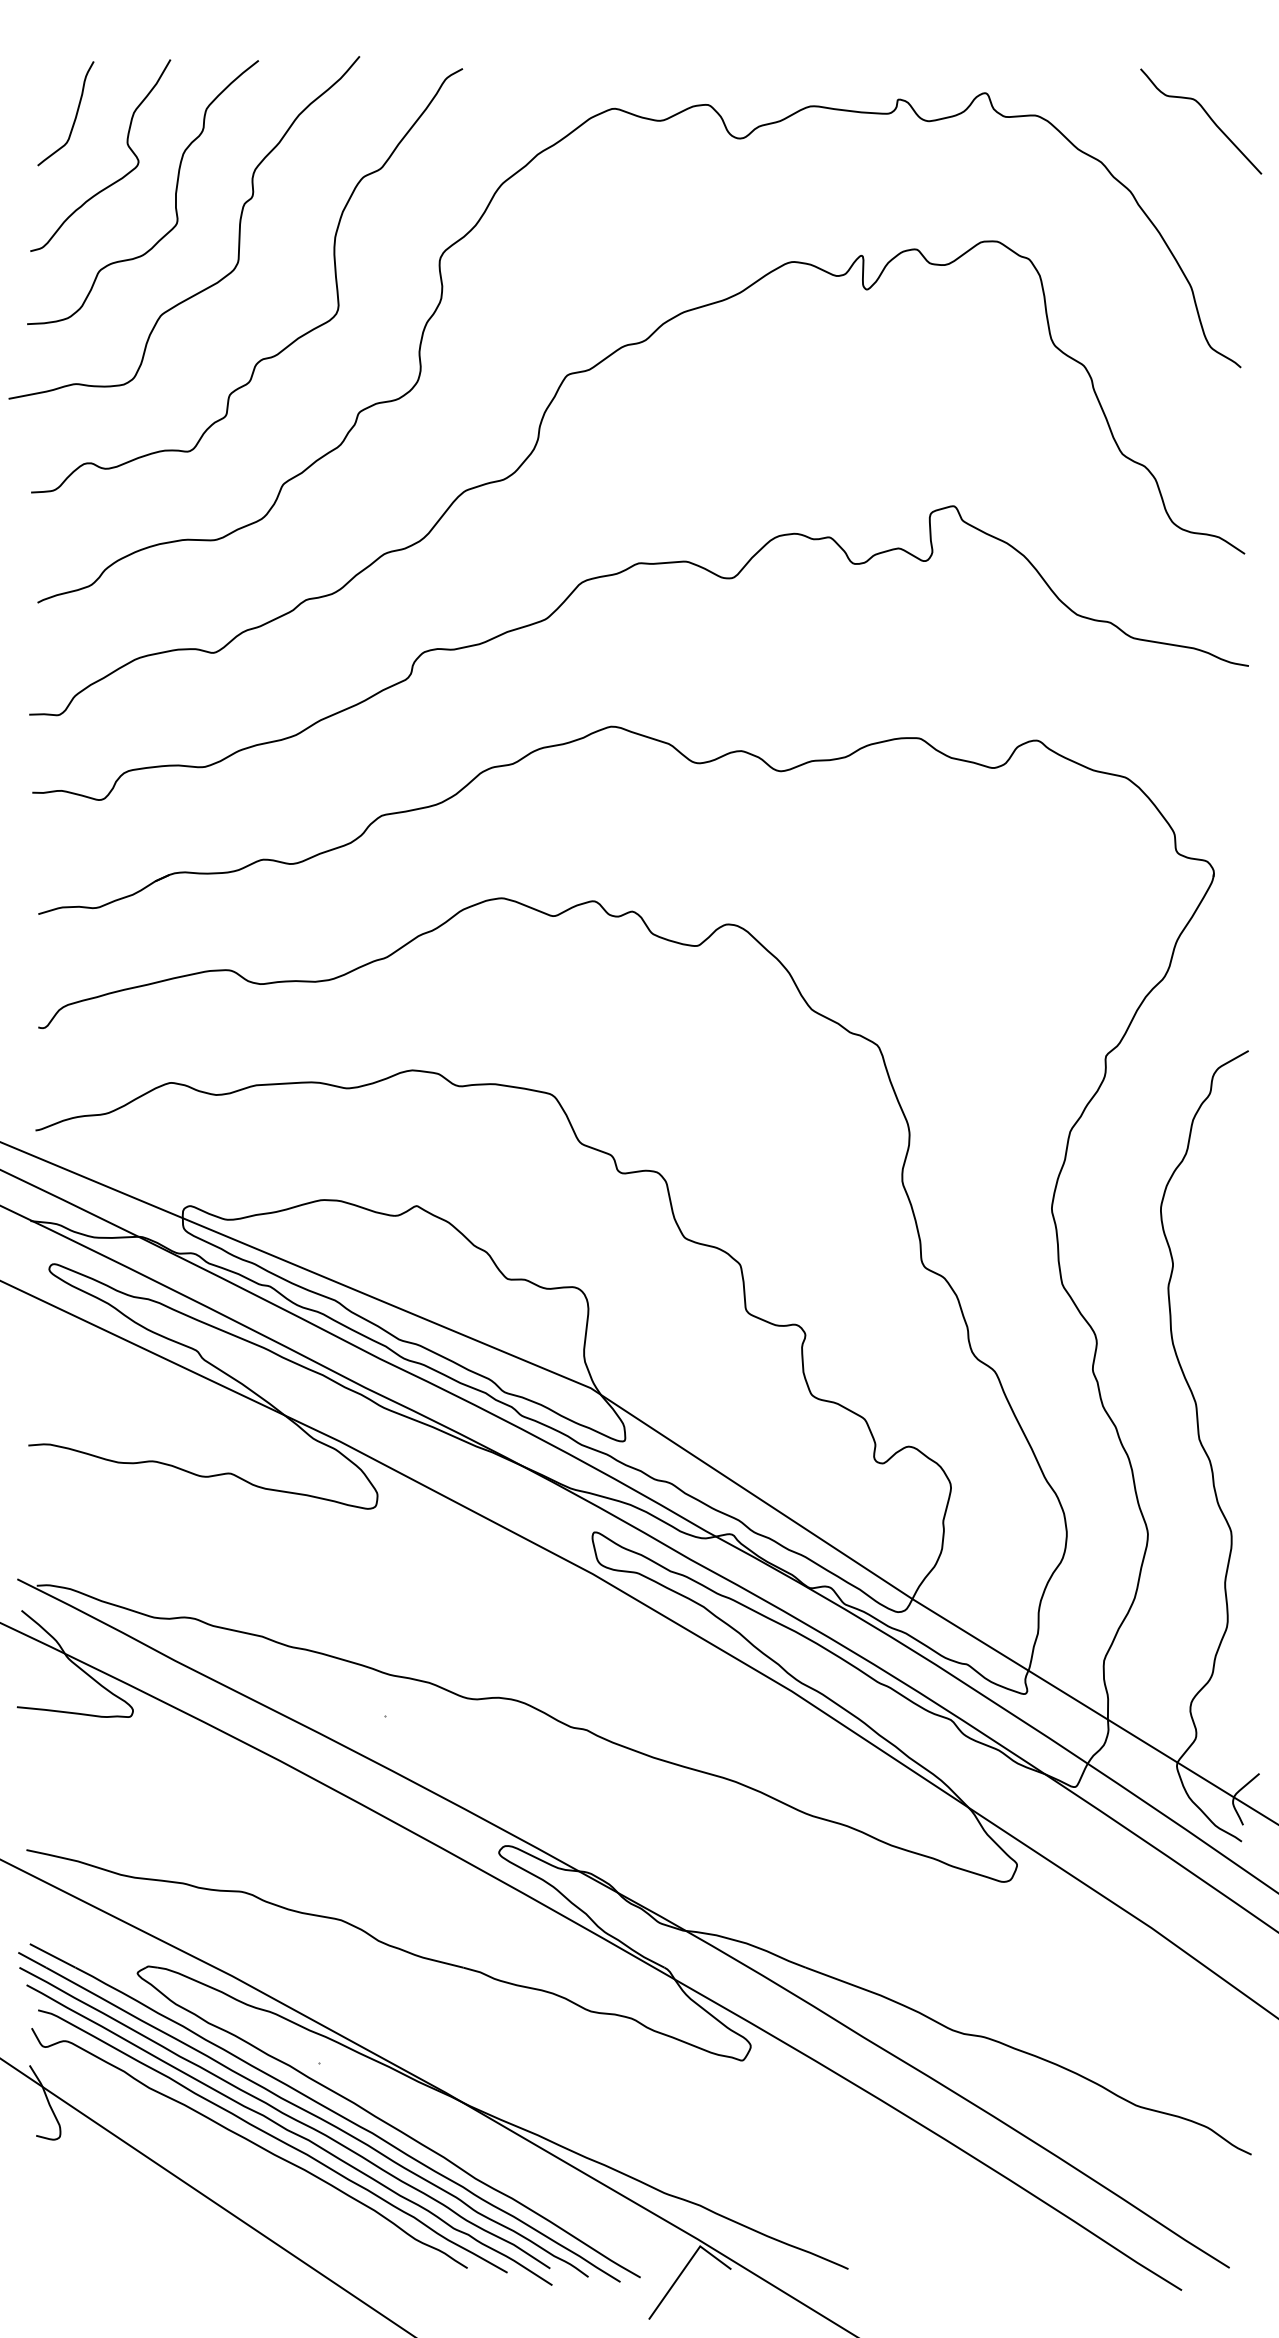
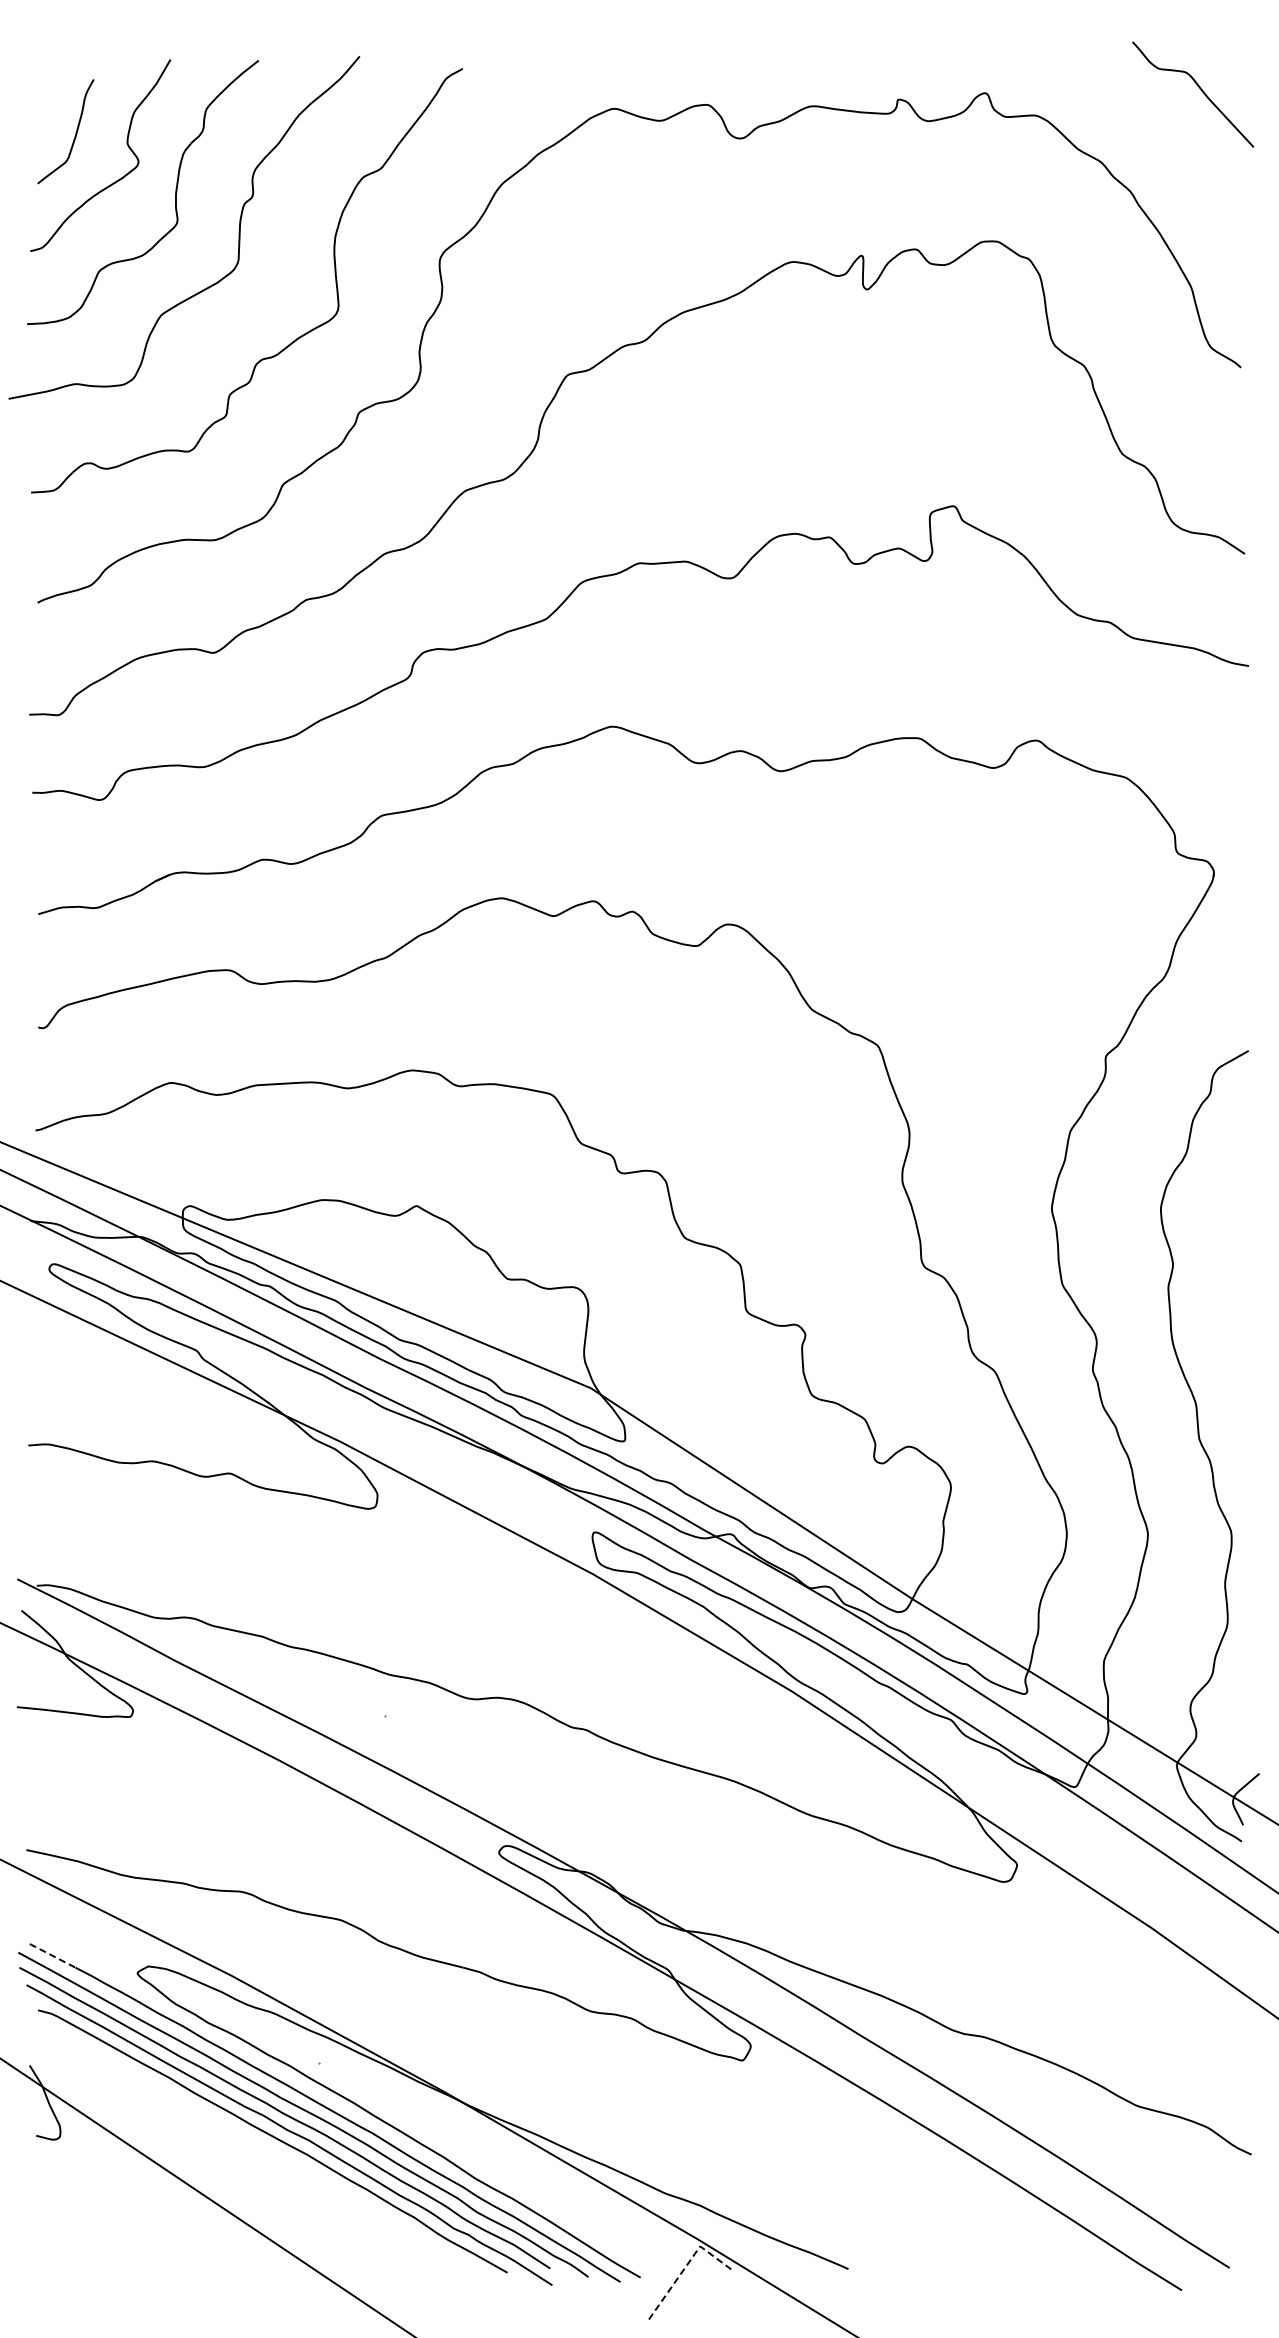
curve at (75, 114) position: (75, 114) -> (75, 132)
curve at (1208, 117) position: (1208, 117) -> (1200, 90)
line at (52, 1955): solid -> dashed
curve at (253, 2144): present -> none
line at (685, 2266): solid -> dashed
